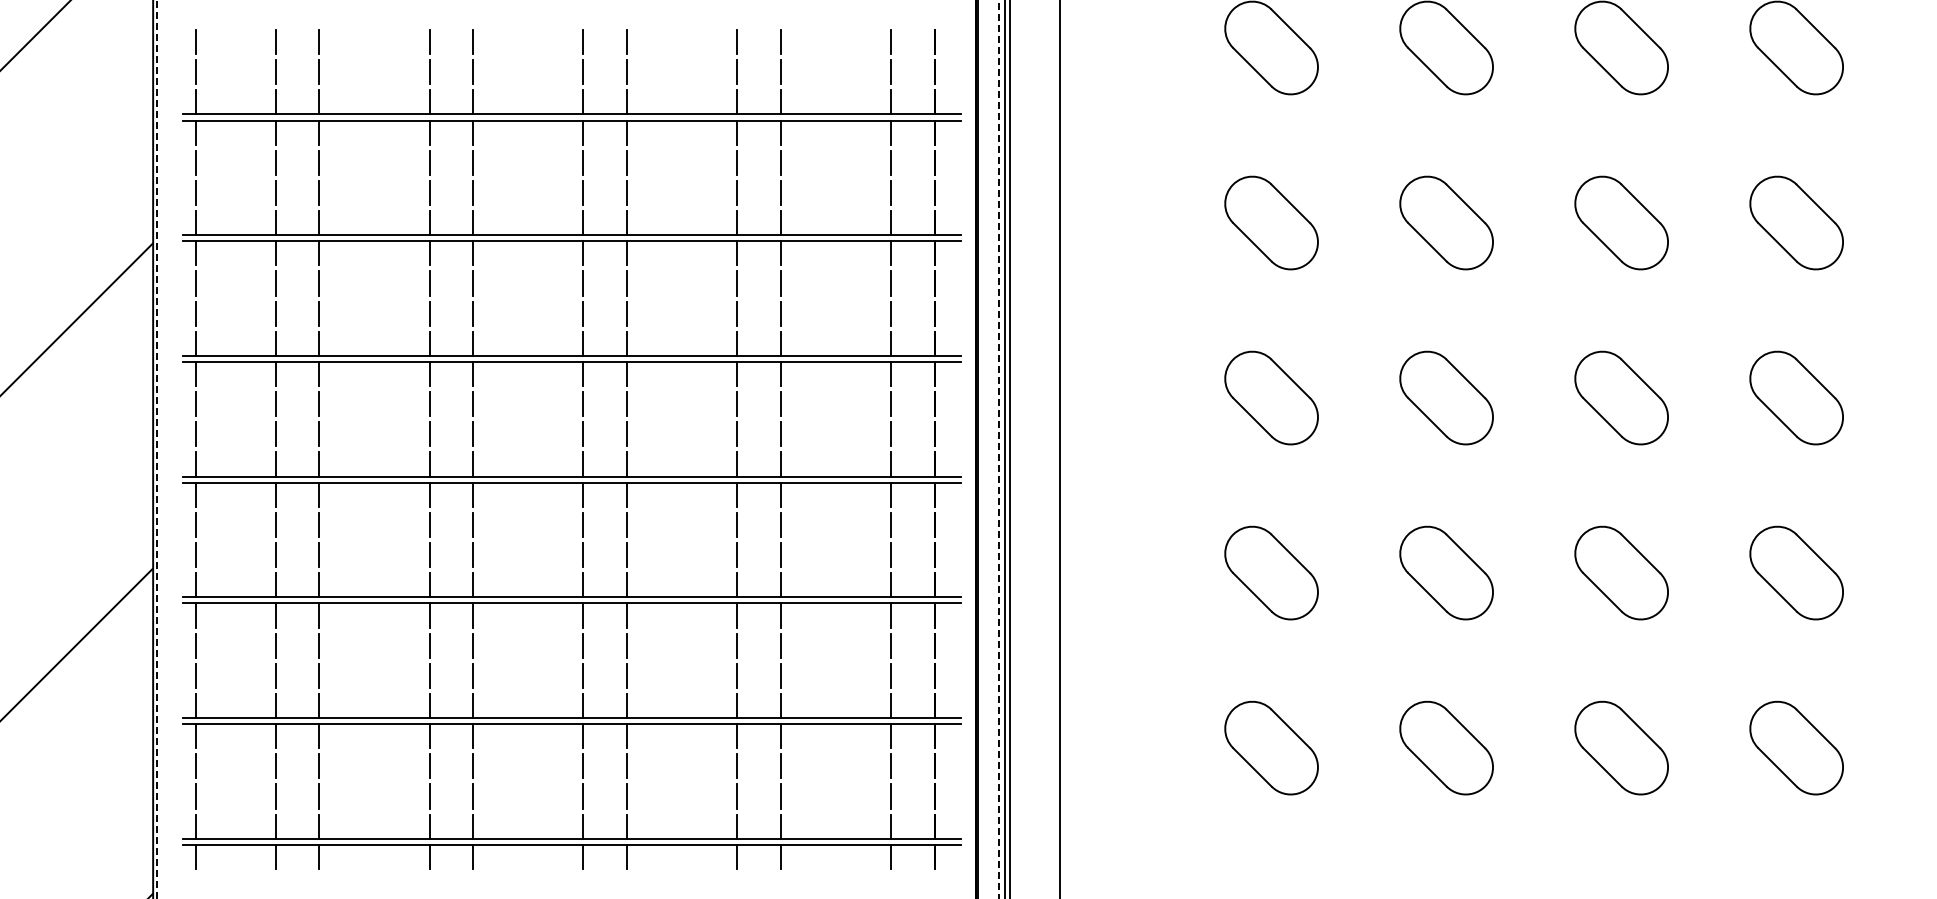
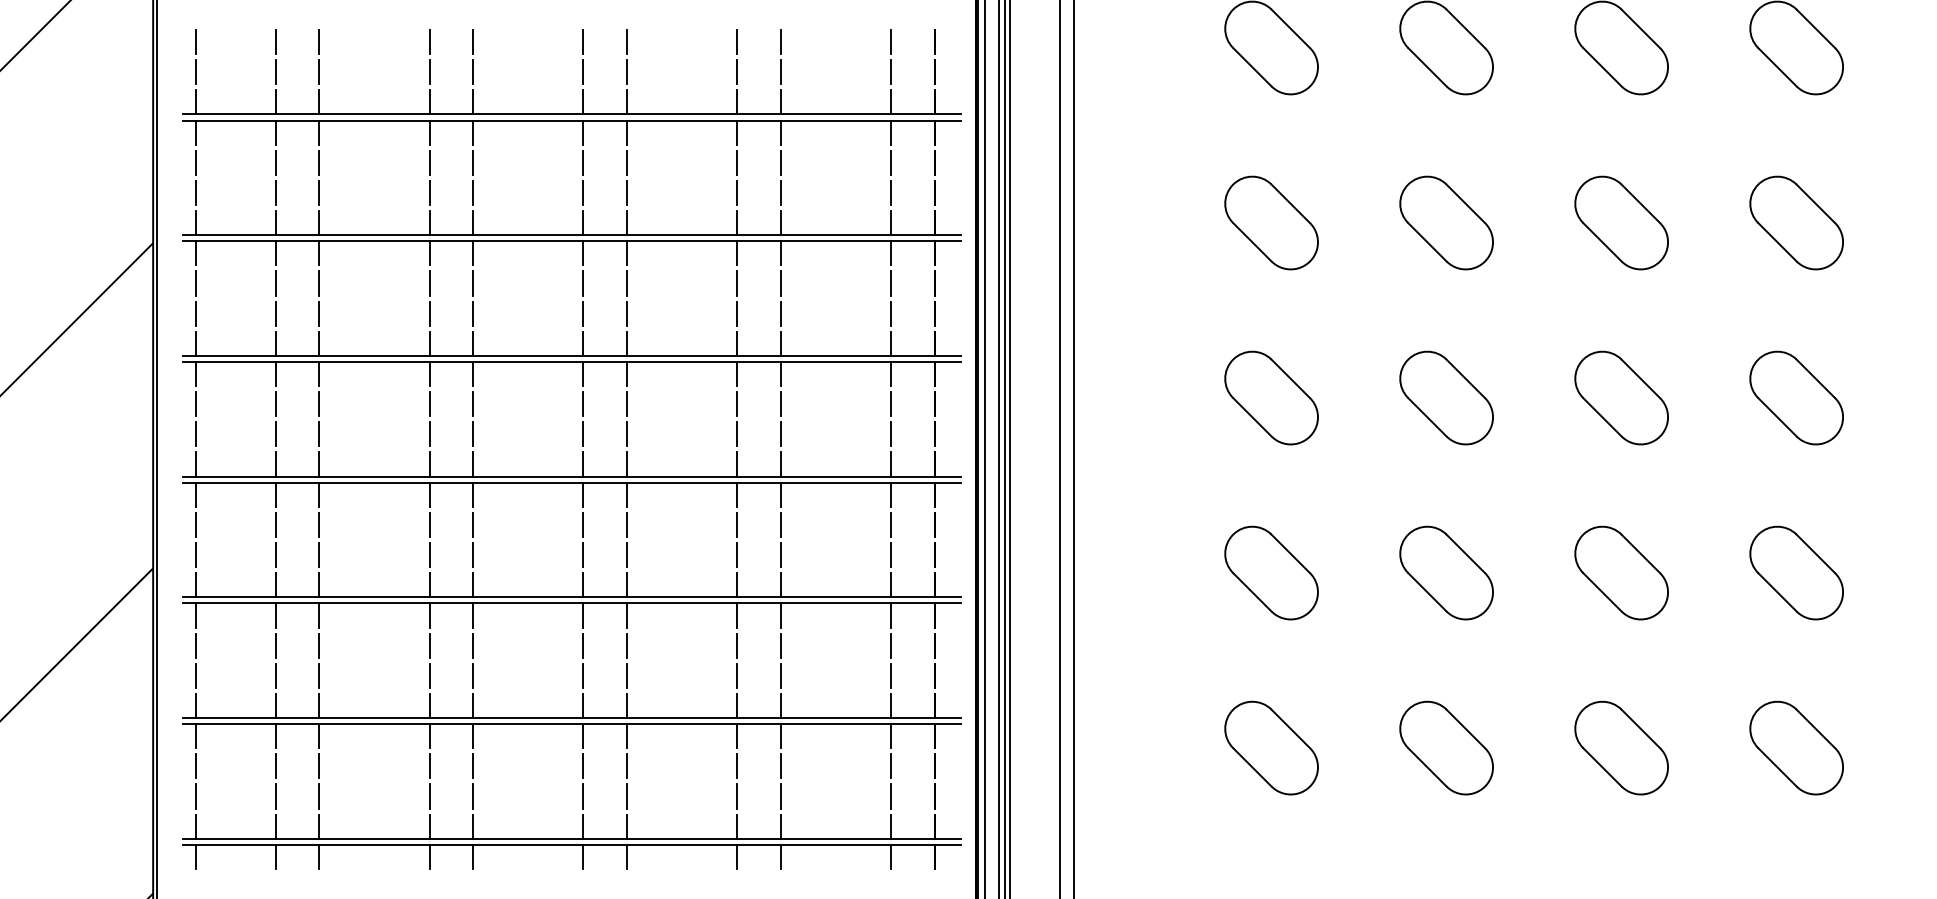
line at (985, 448): none -> present
line at (999, 448): dashed -> solid
line at (1073, 448): none -> present
line at (157, 449): dashed -> solid
